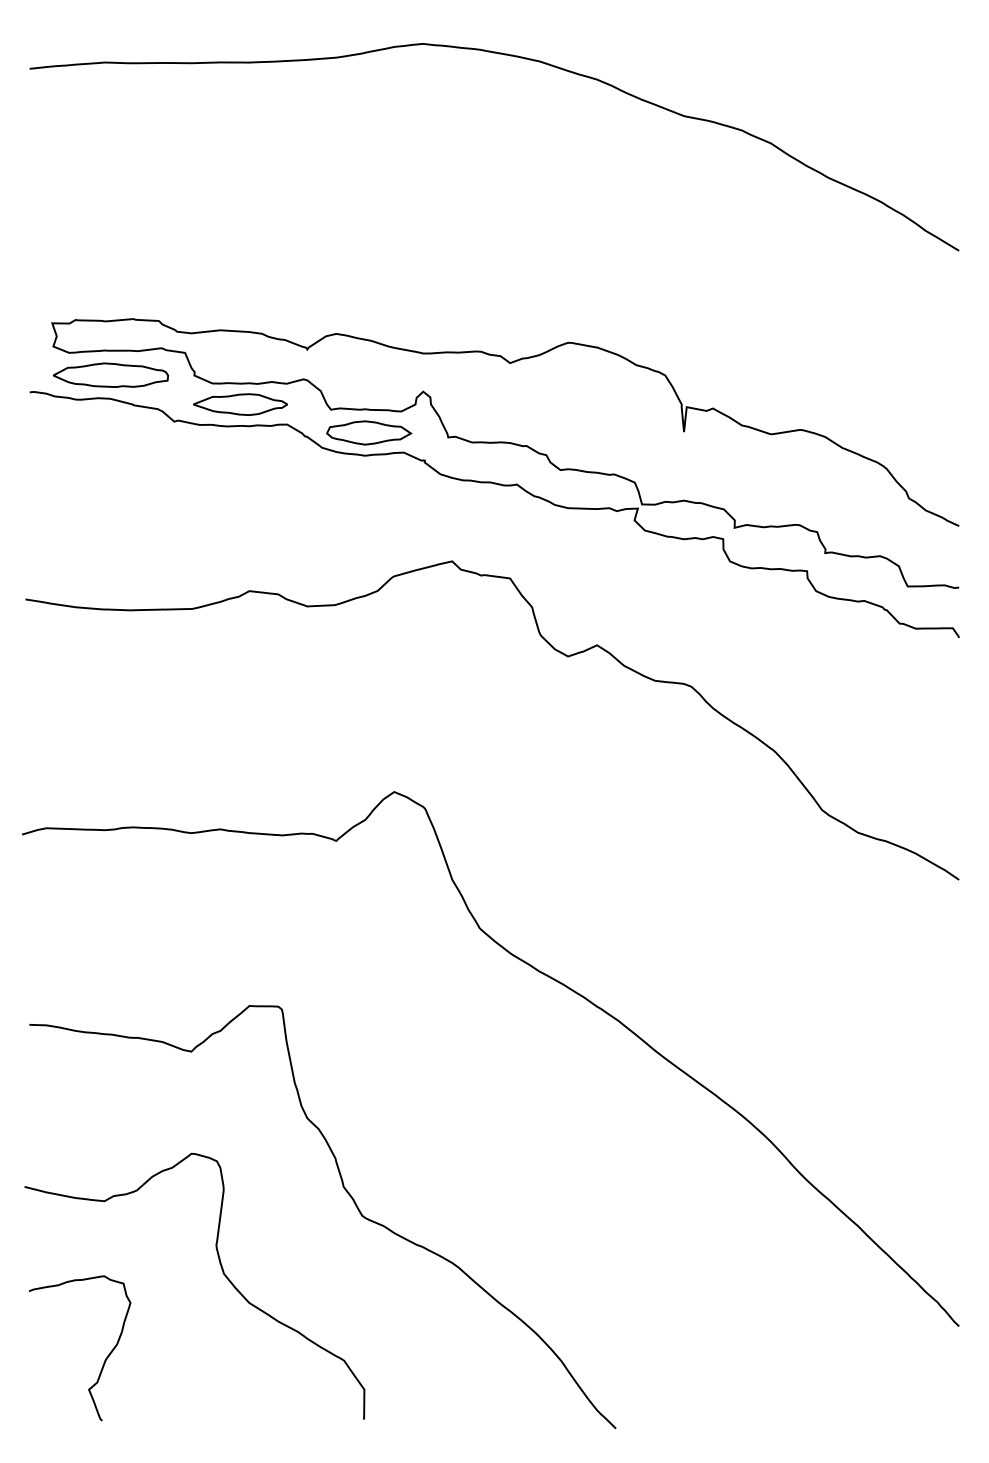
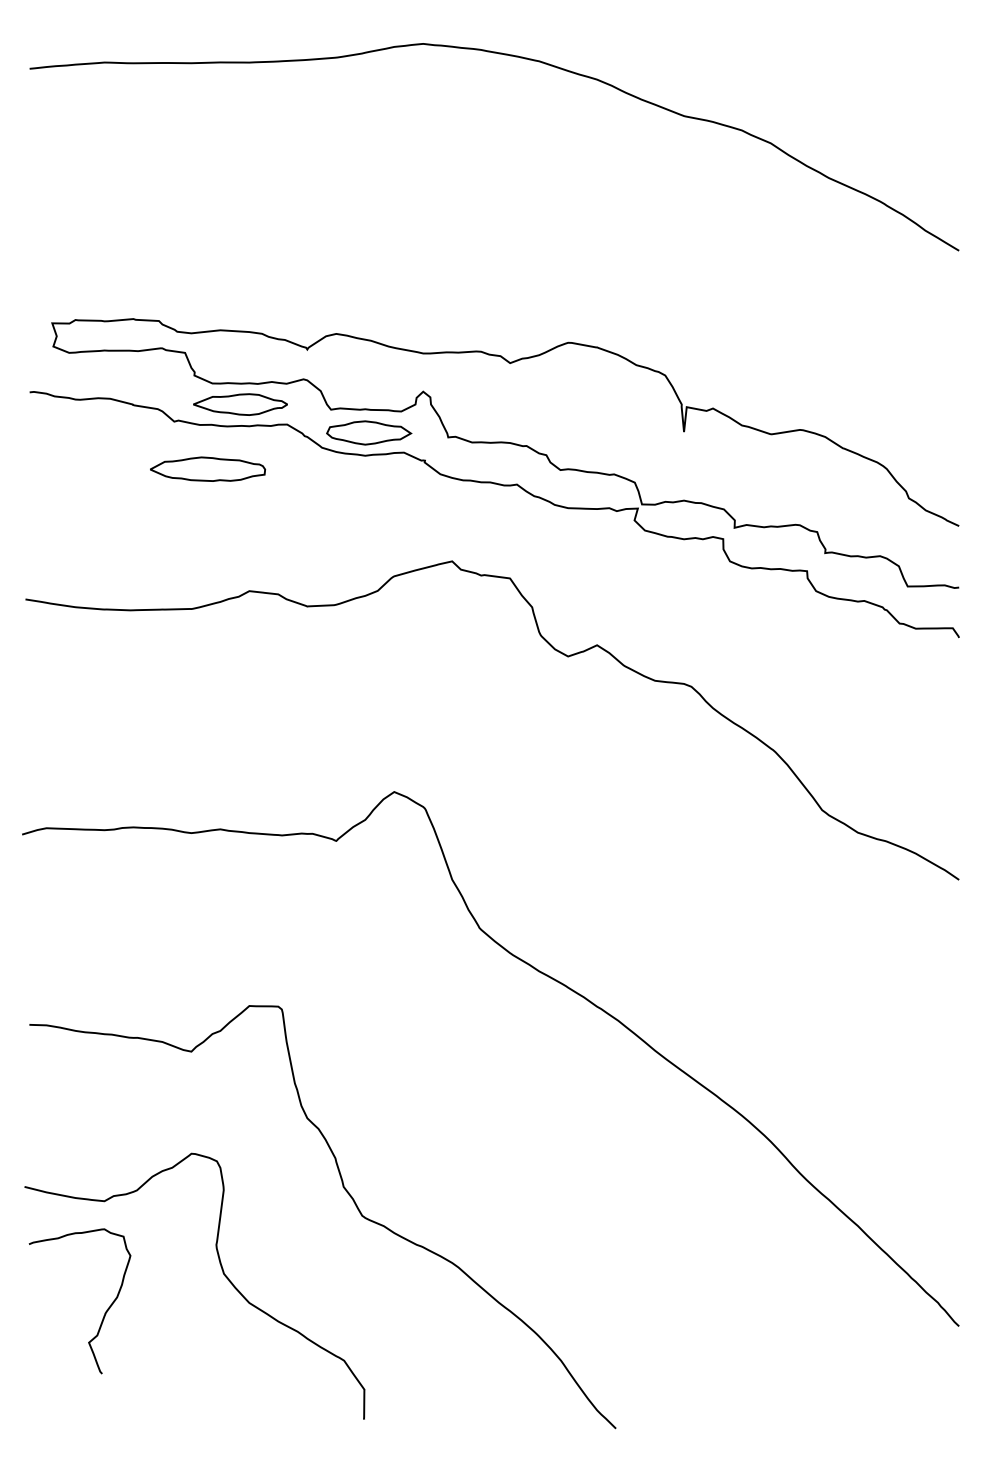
part at (111, 374) position: (111, 374) -> (208, 468)
curve at (104, 1360) position: (104, 1360) -> (104, 1313)
